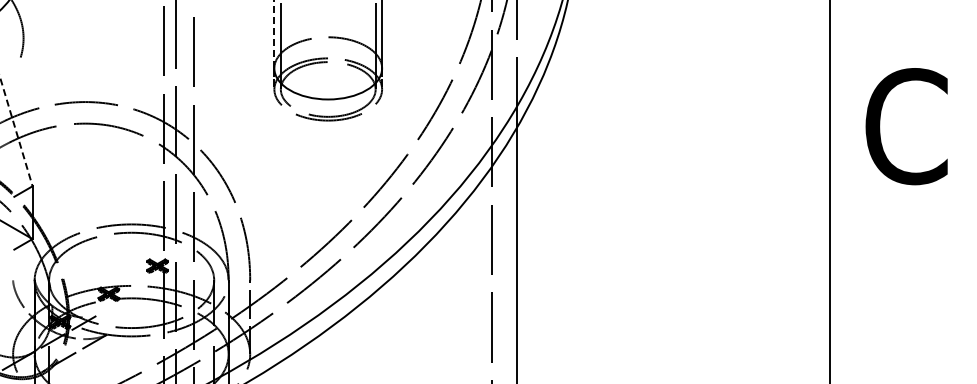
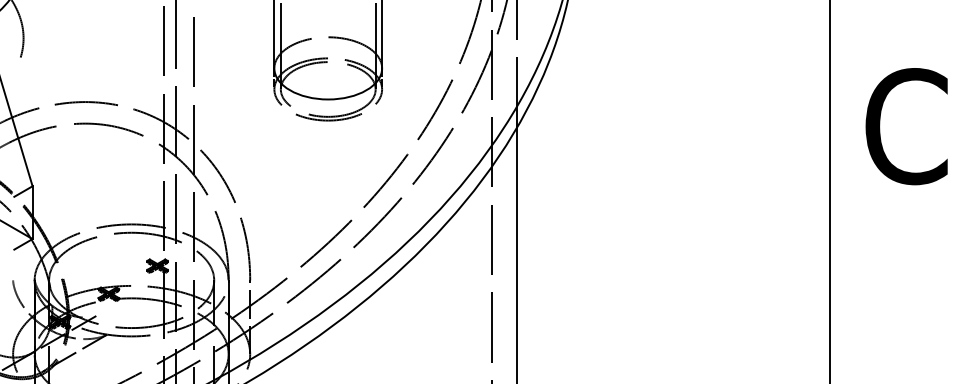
line at (274, 34): dashed -> solid
line at (16, 131): dashed -> solid
